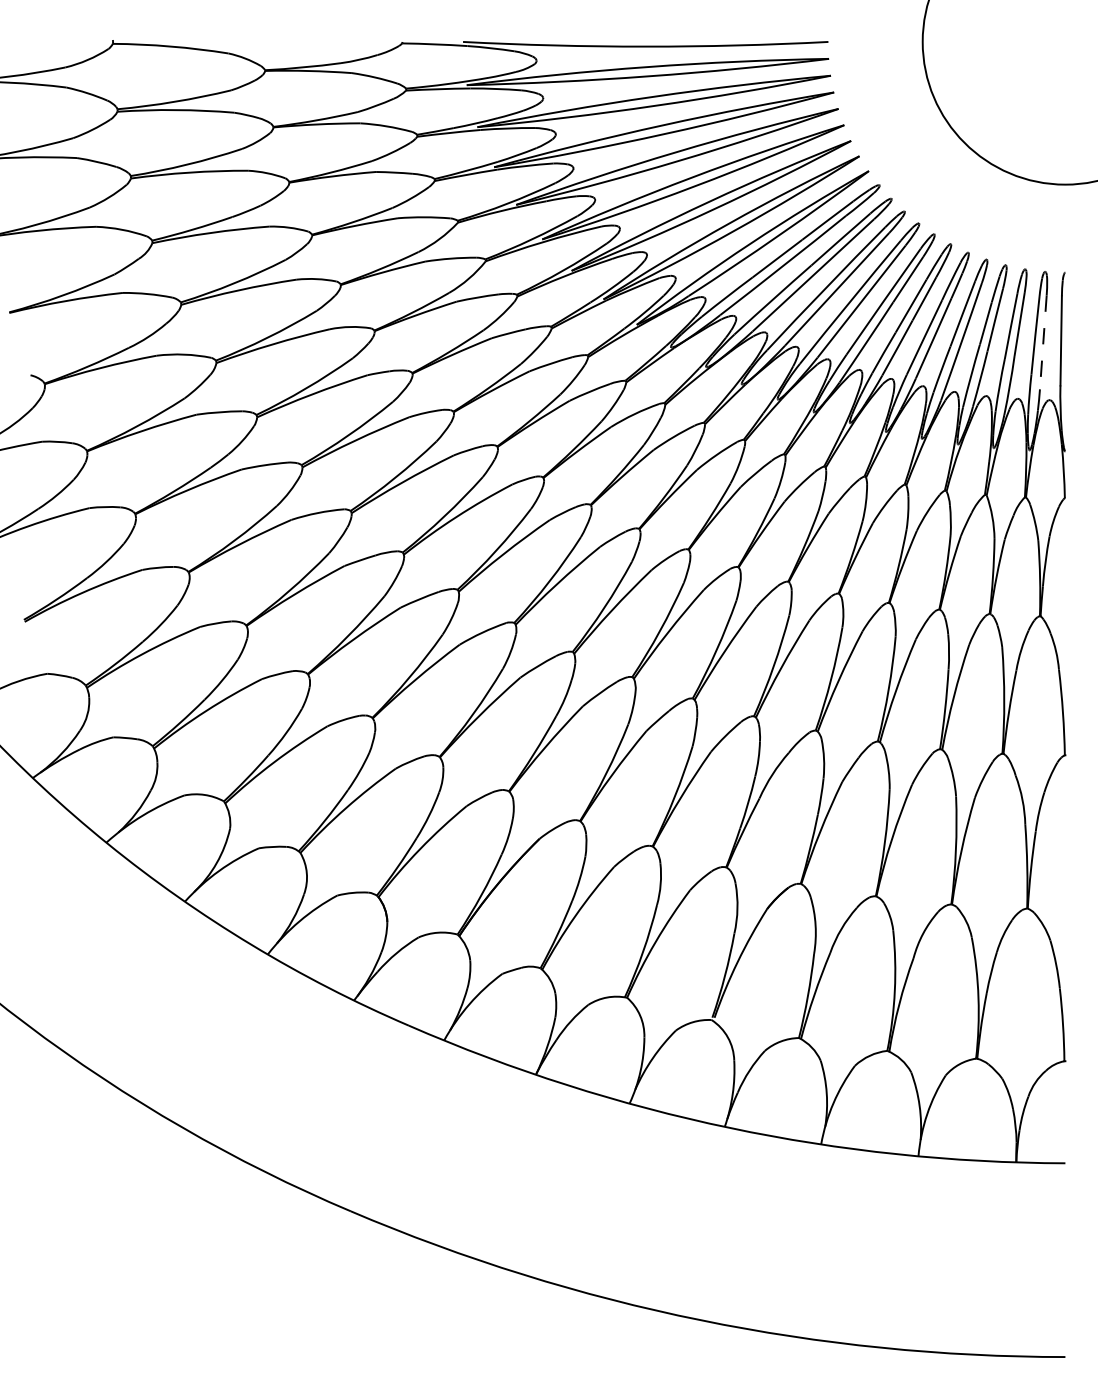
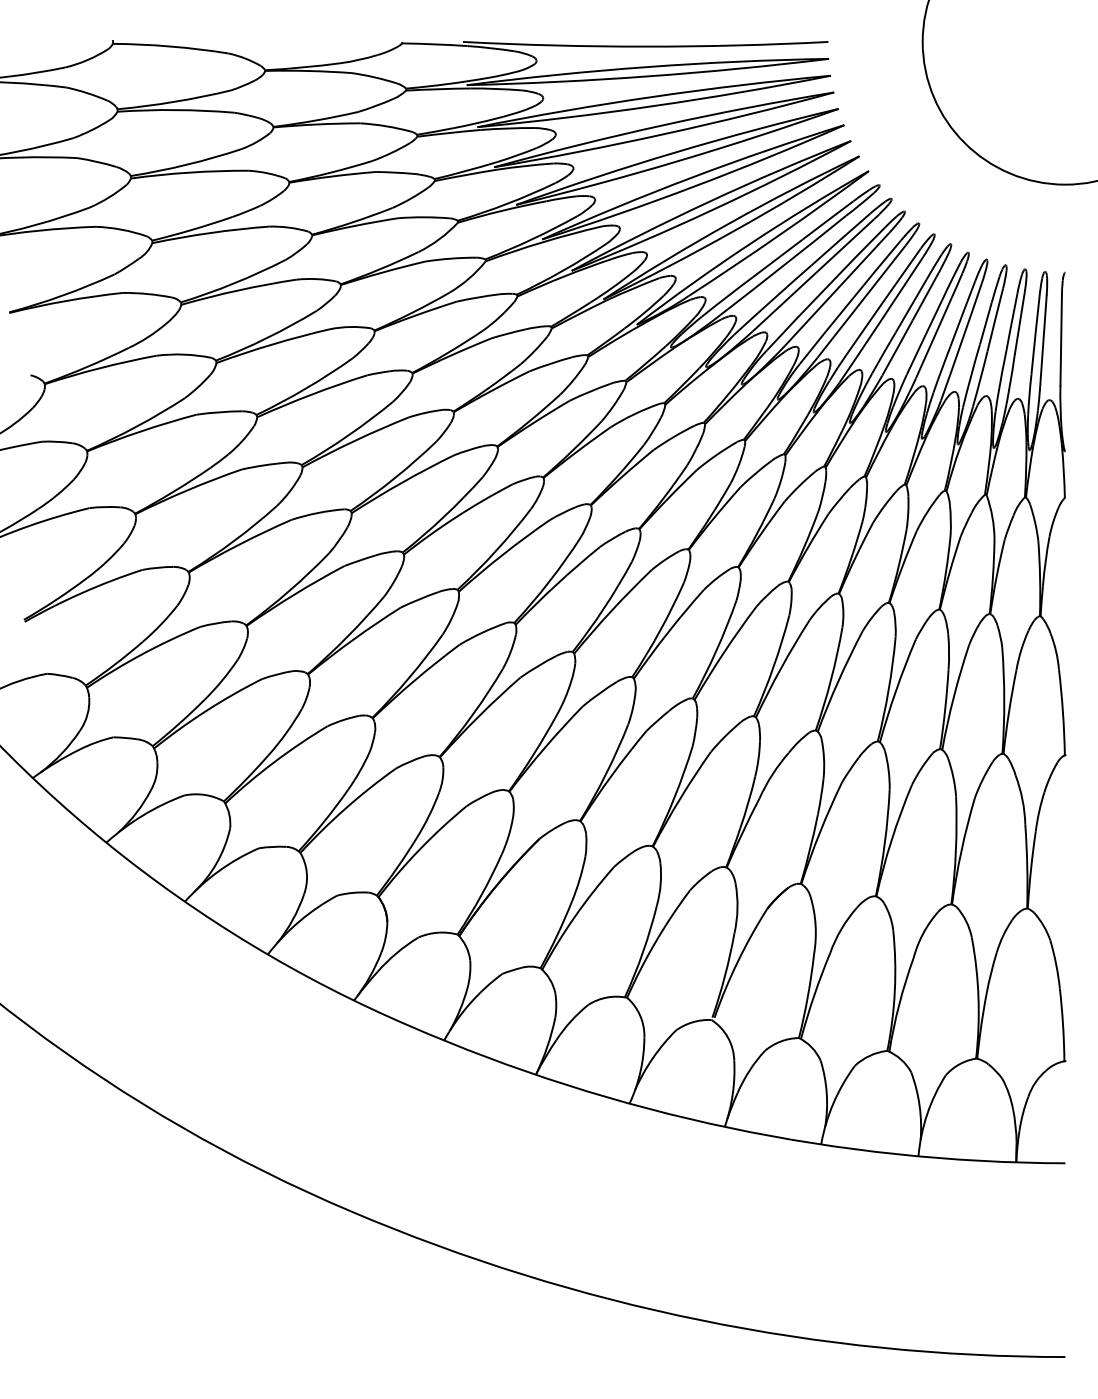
line at (1043, 342): dashed -> solid
